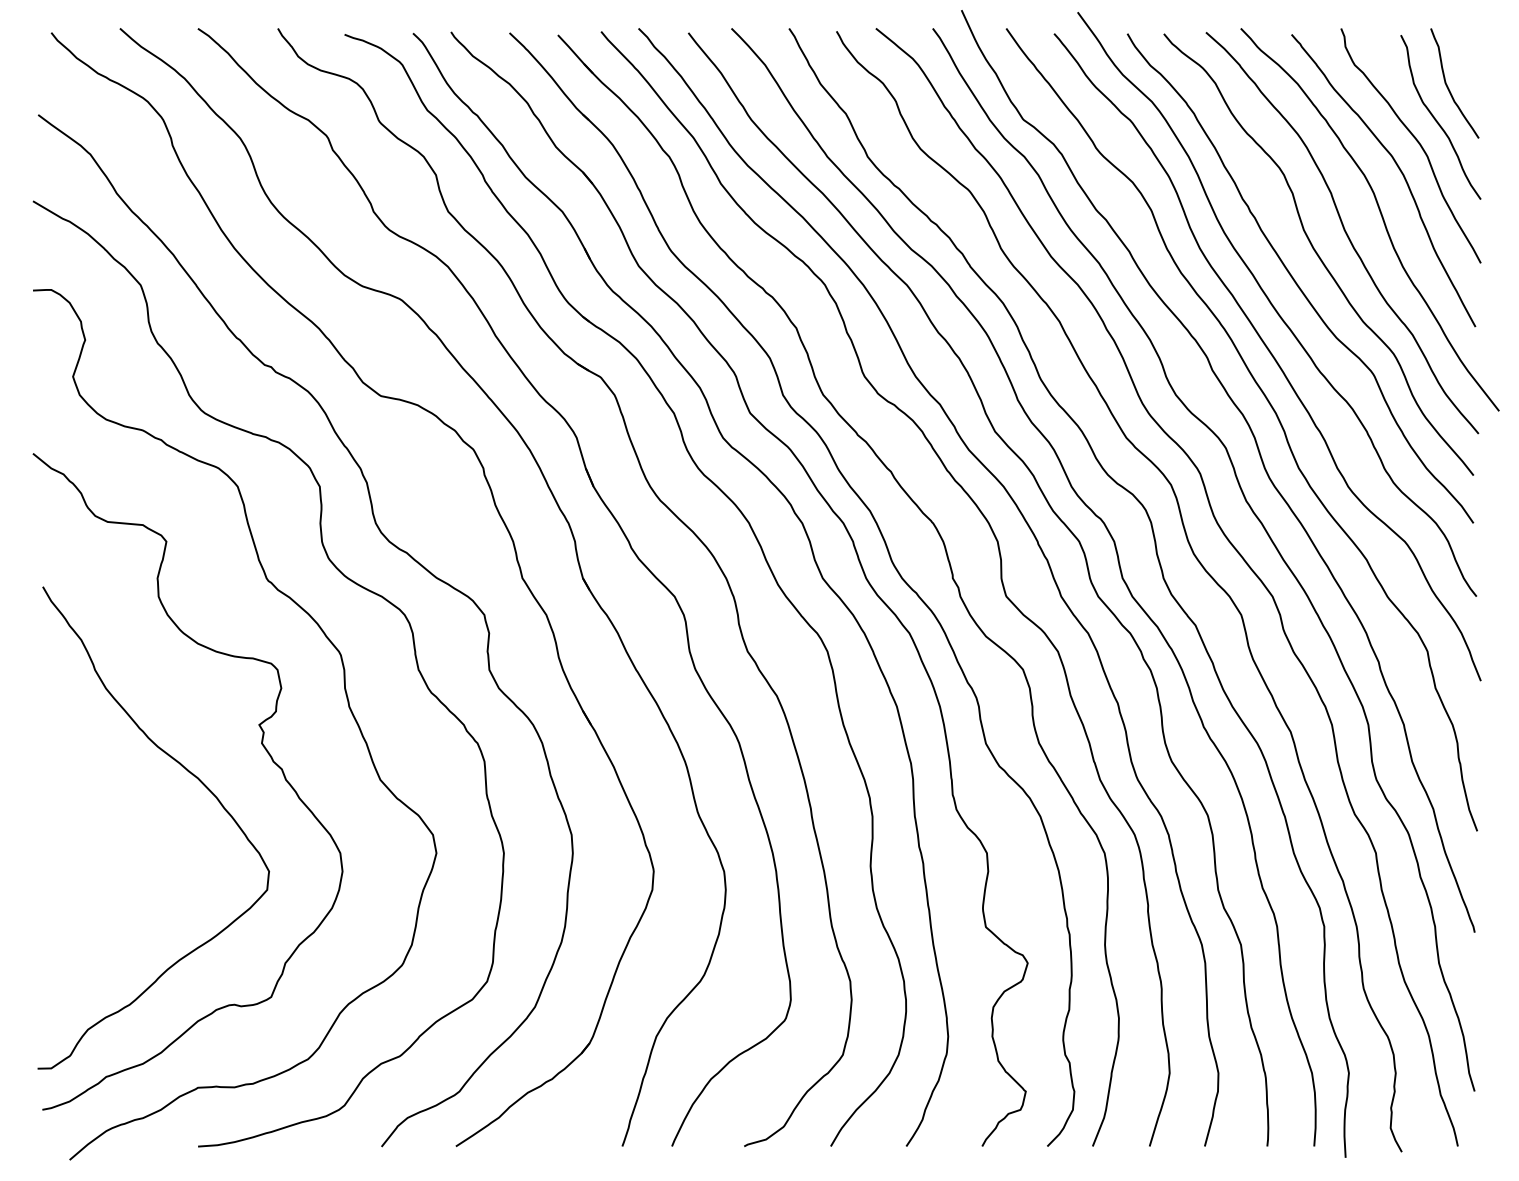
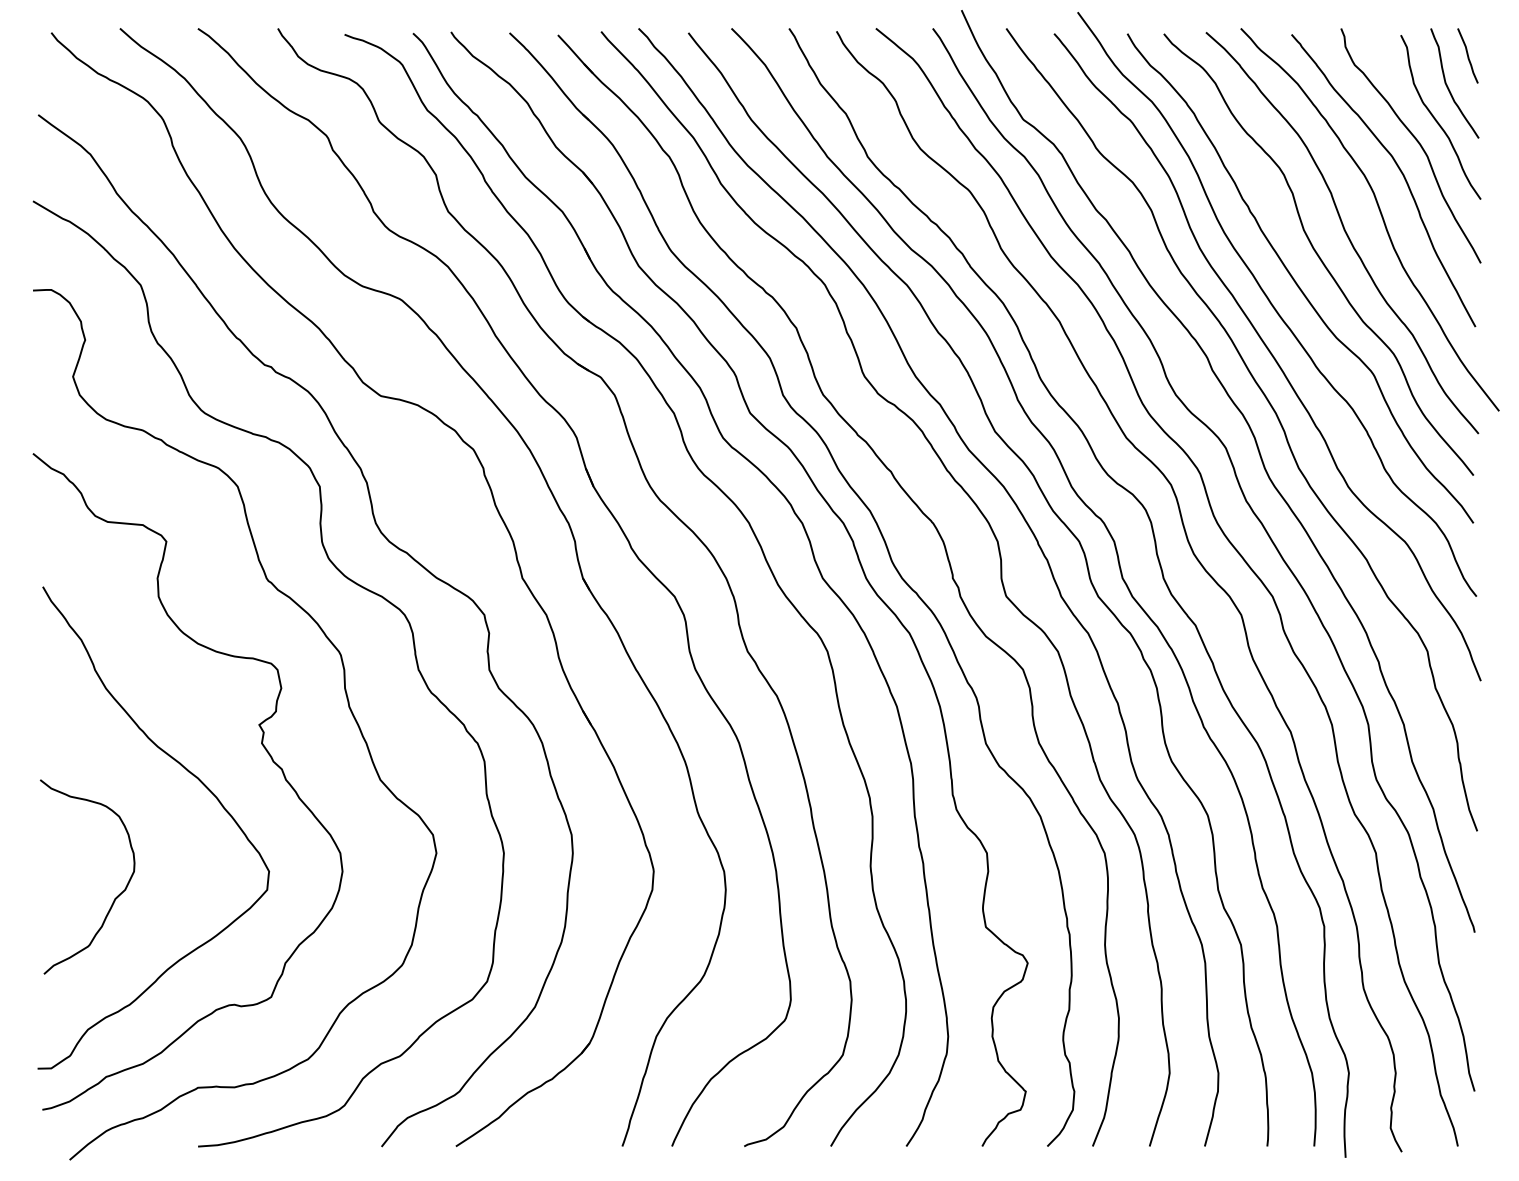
curve at (1467, 55): none -> present
curve at (114, 898): none -> present
